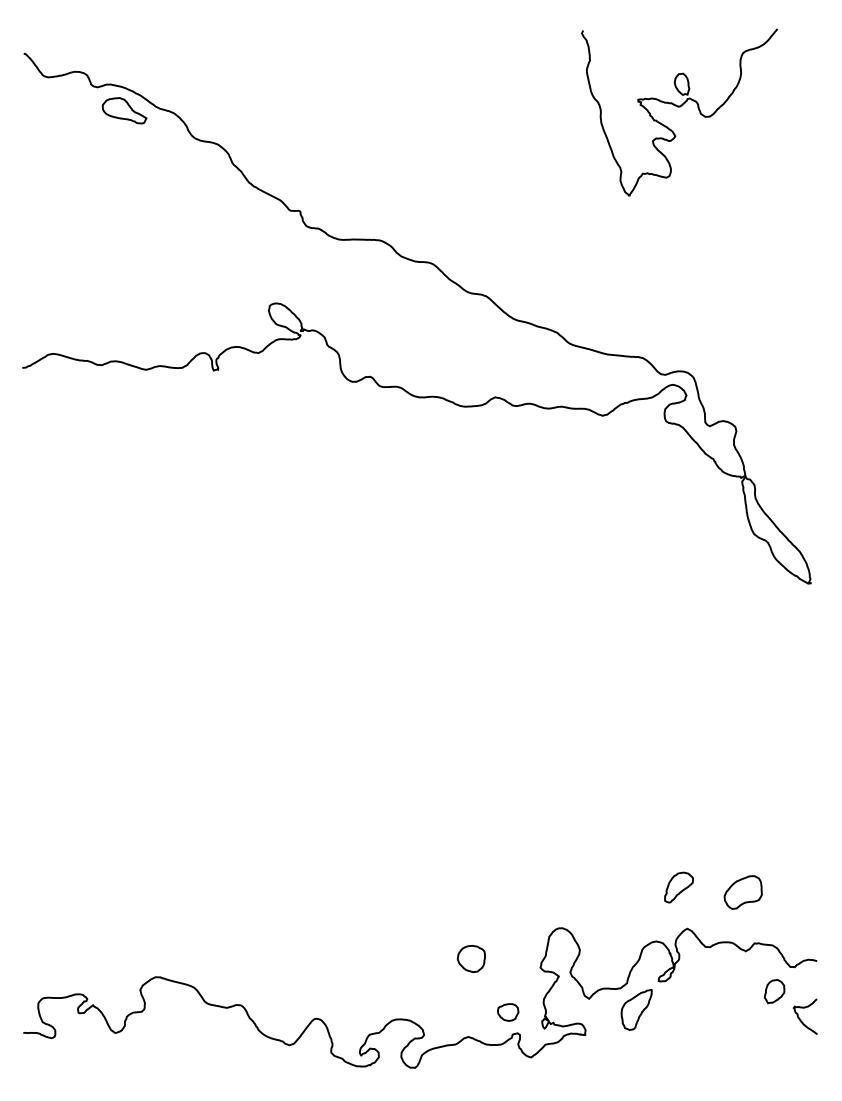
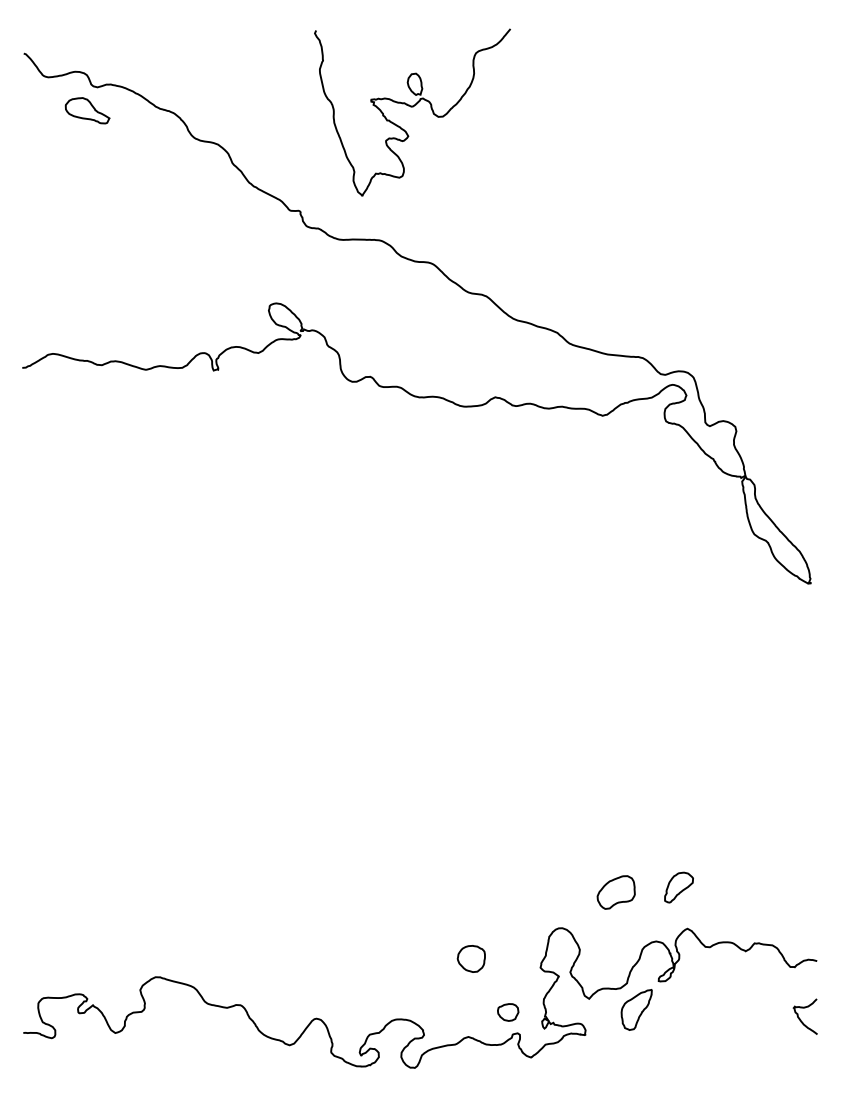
part at (124, 110) position: (124, 110) -> (87, 110)
part at (679, 112) position: (679, 112) -> (412, 112)
part at (742, 892) position: (742, 892) -> (615, 892)
part at (774, 991): present -> none
